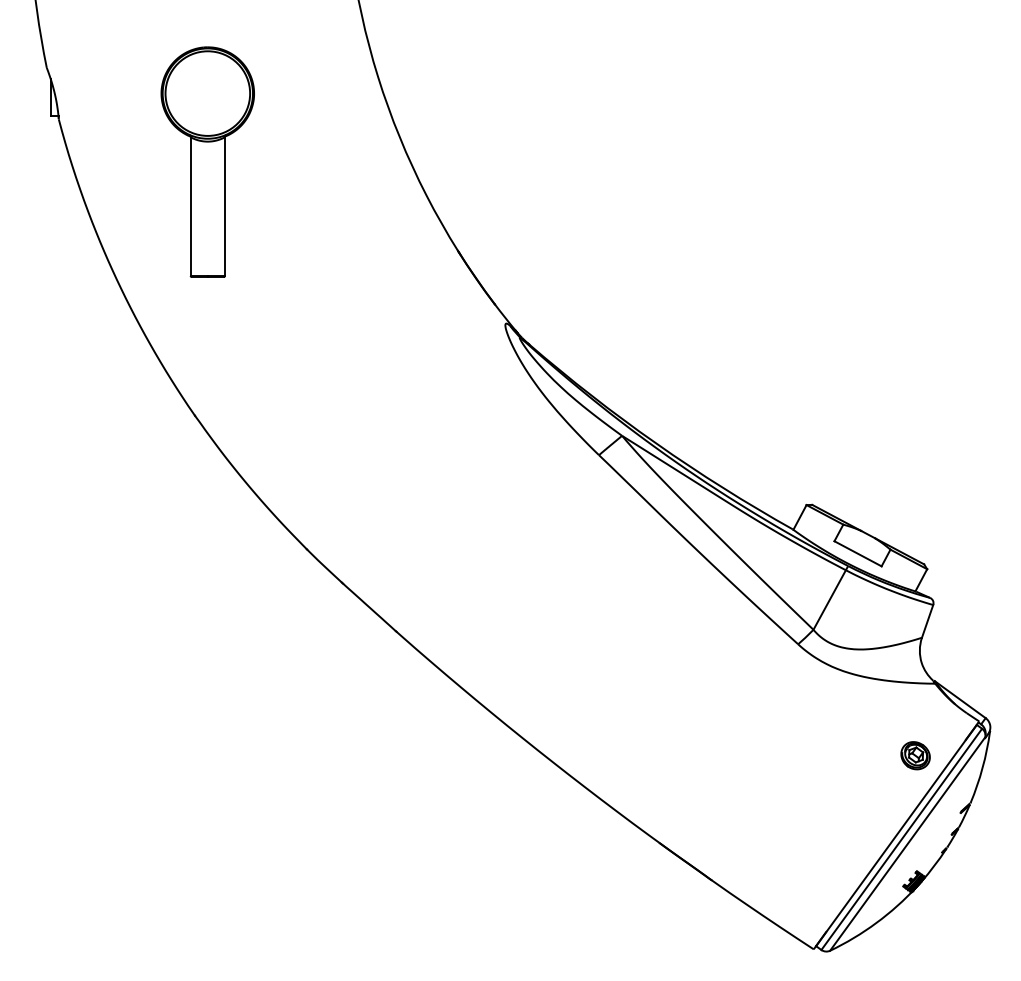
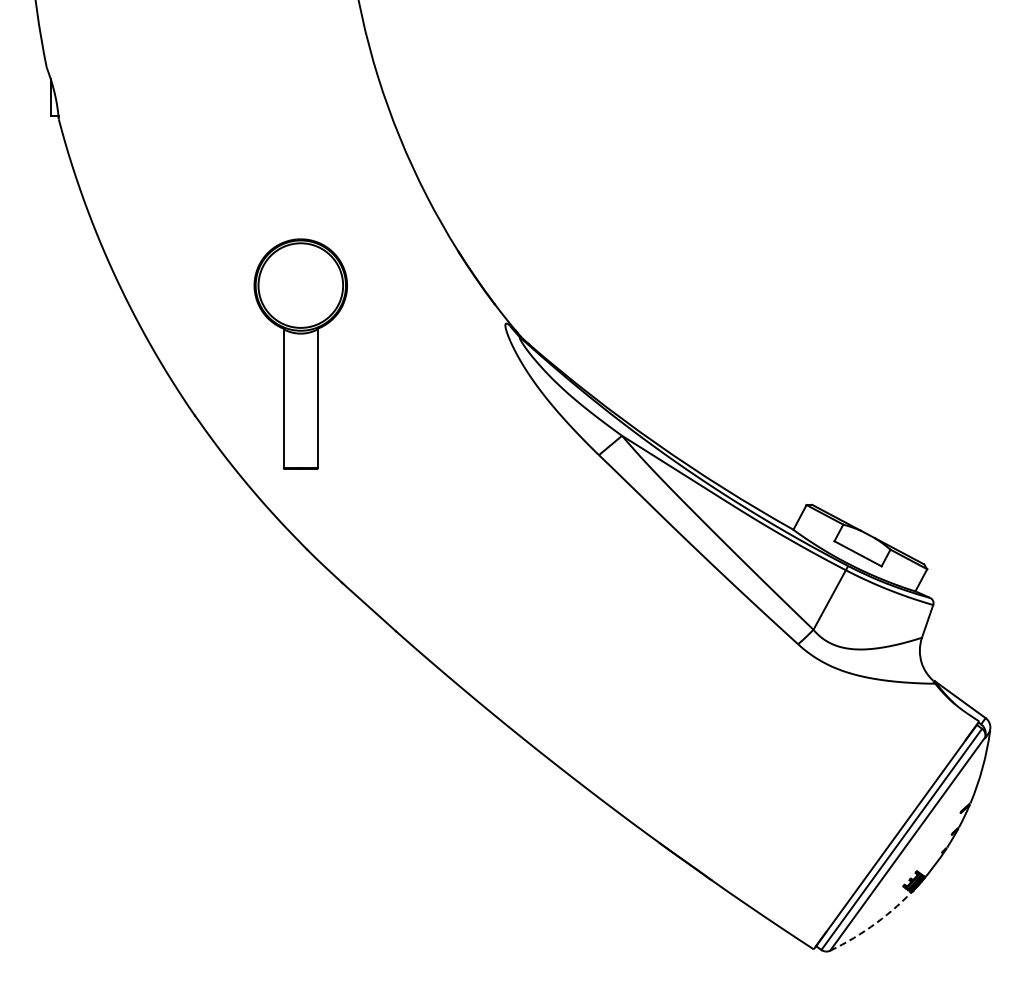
part at (207, 161) position: (207, 161) -> (300, 353)
part at (915, 755): present -> none
arc at (876, 923): solid -> dashed
